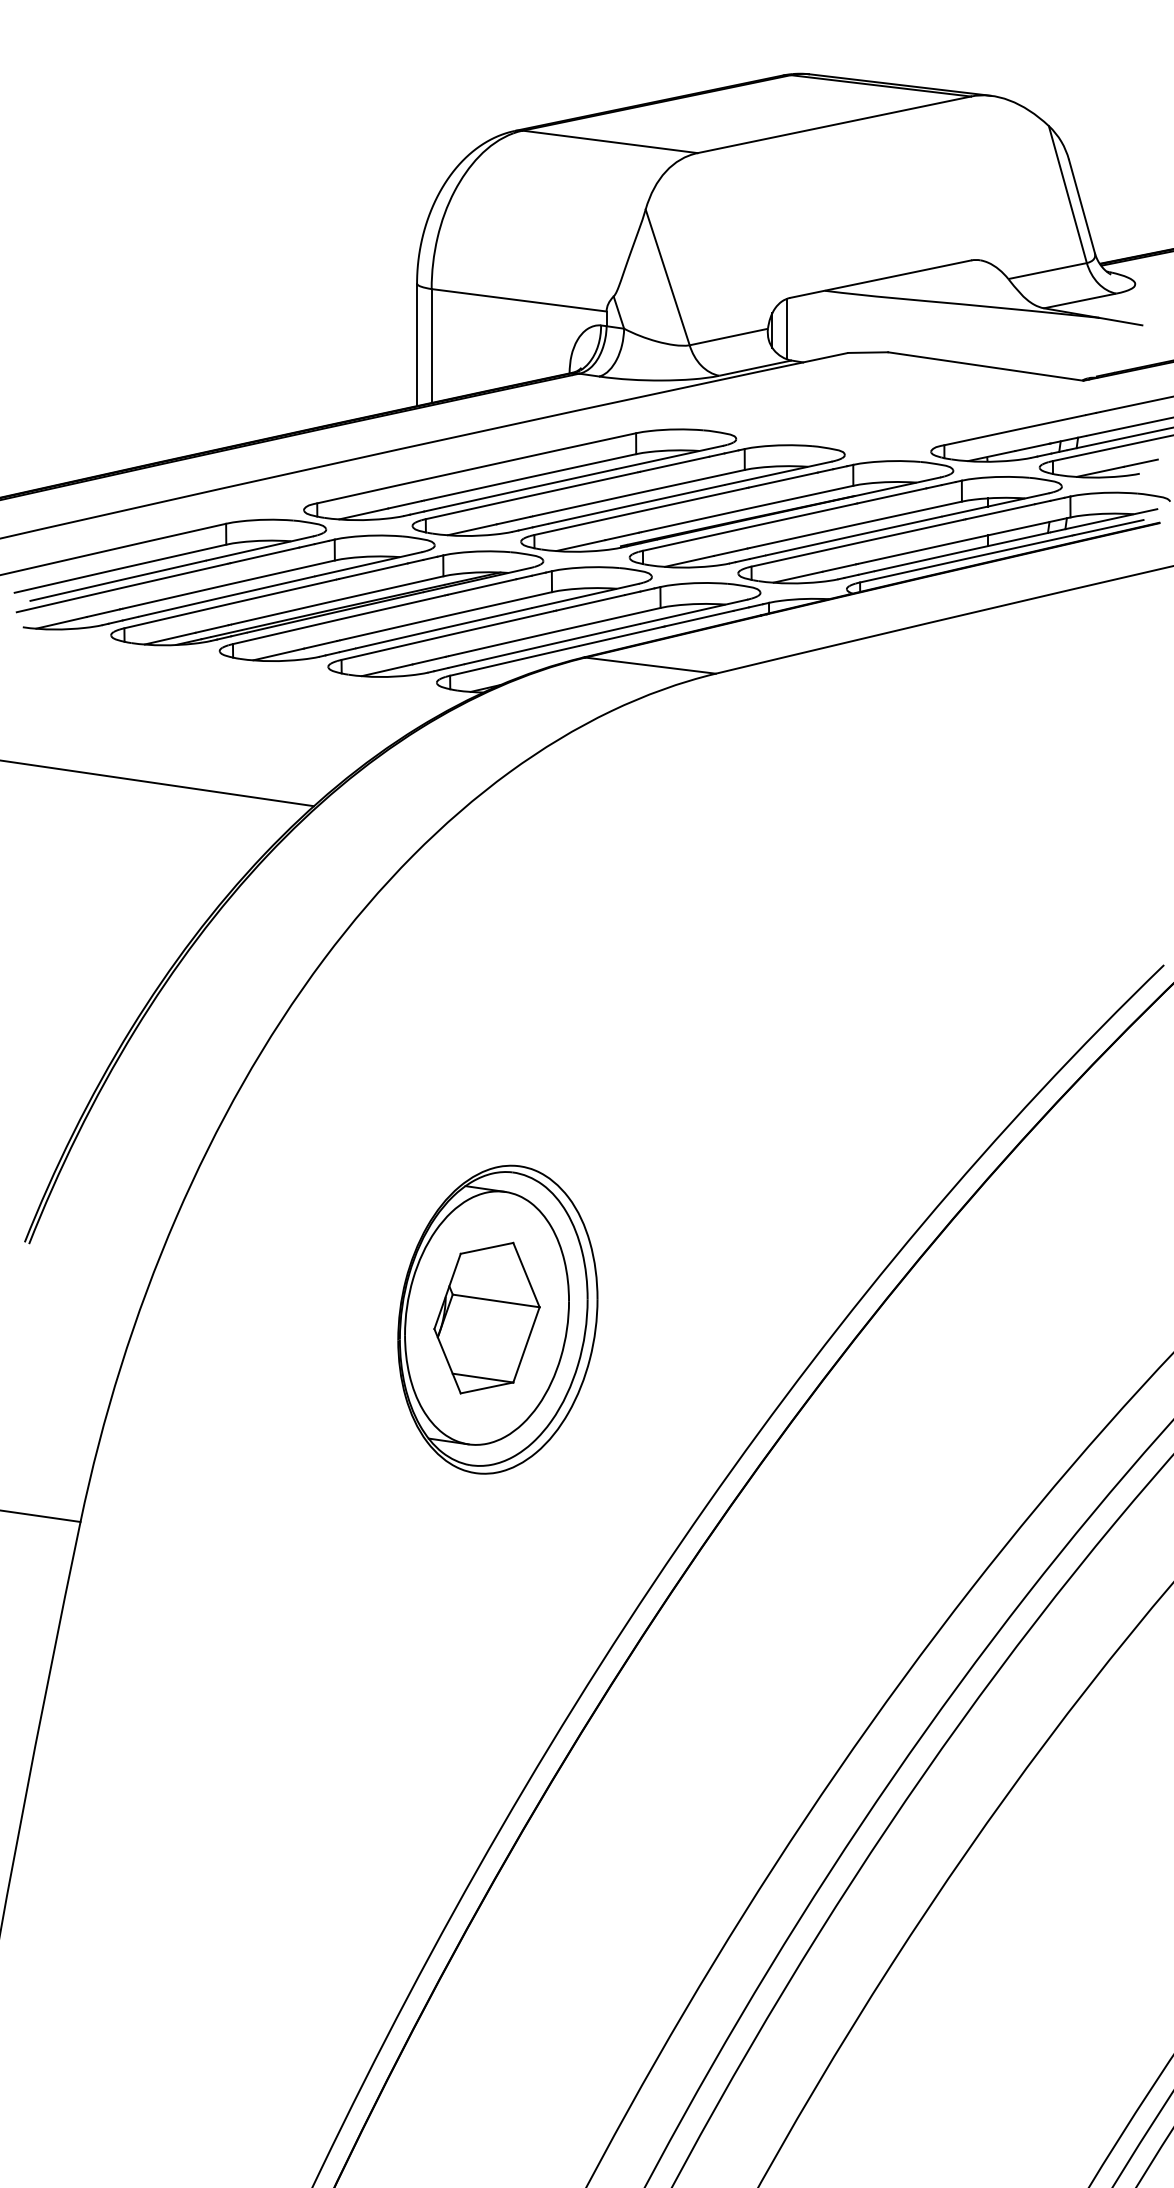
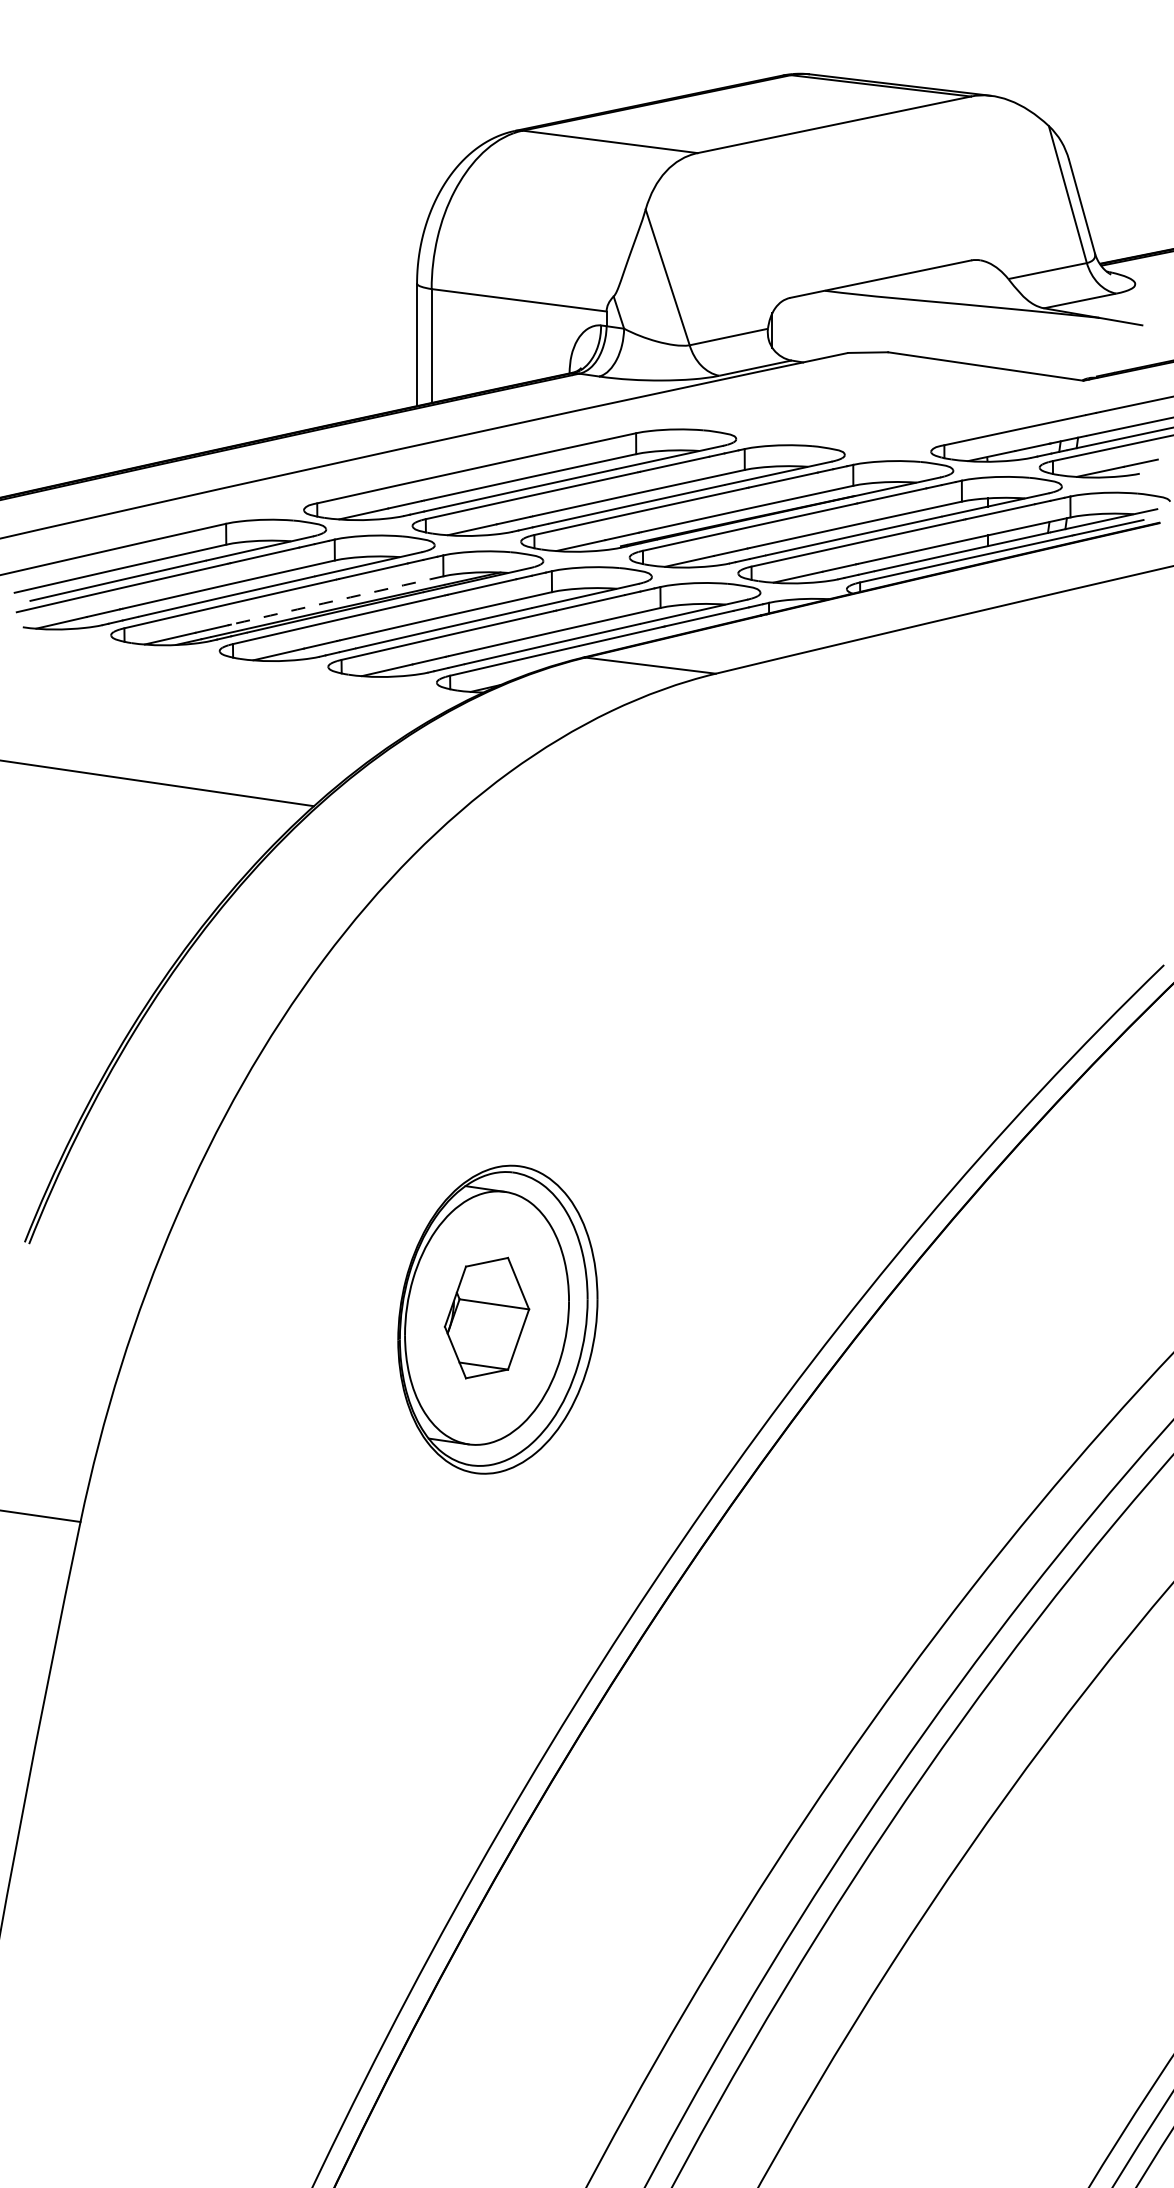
line at (786, 328): present -> none
arc at (337, 600): solid -> dashed
part at (486, 1317) size: 108x154 px -> 88x124 px
